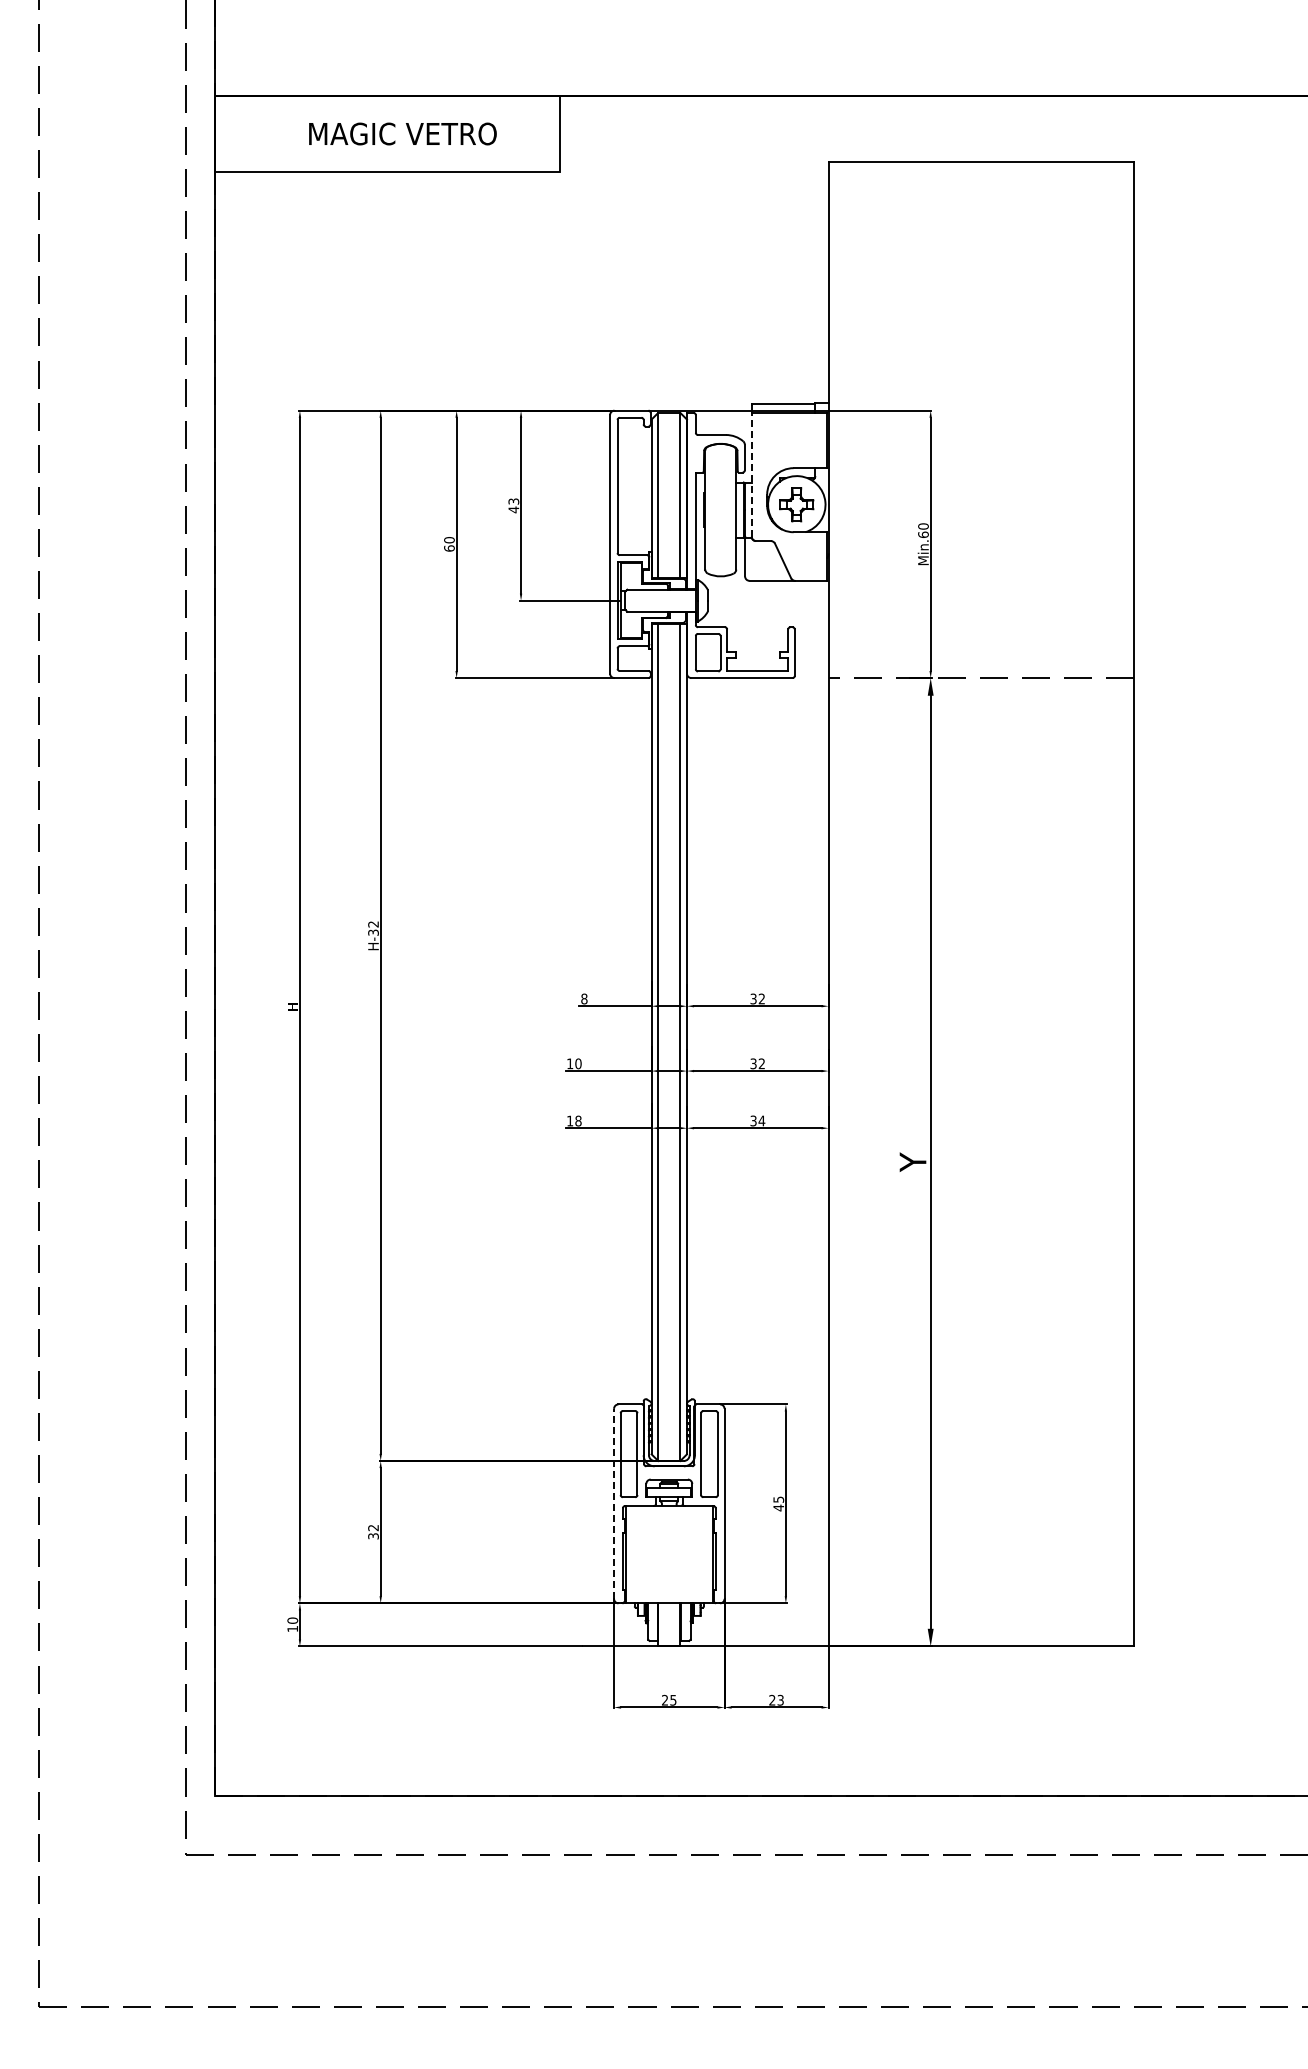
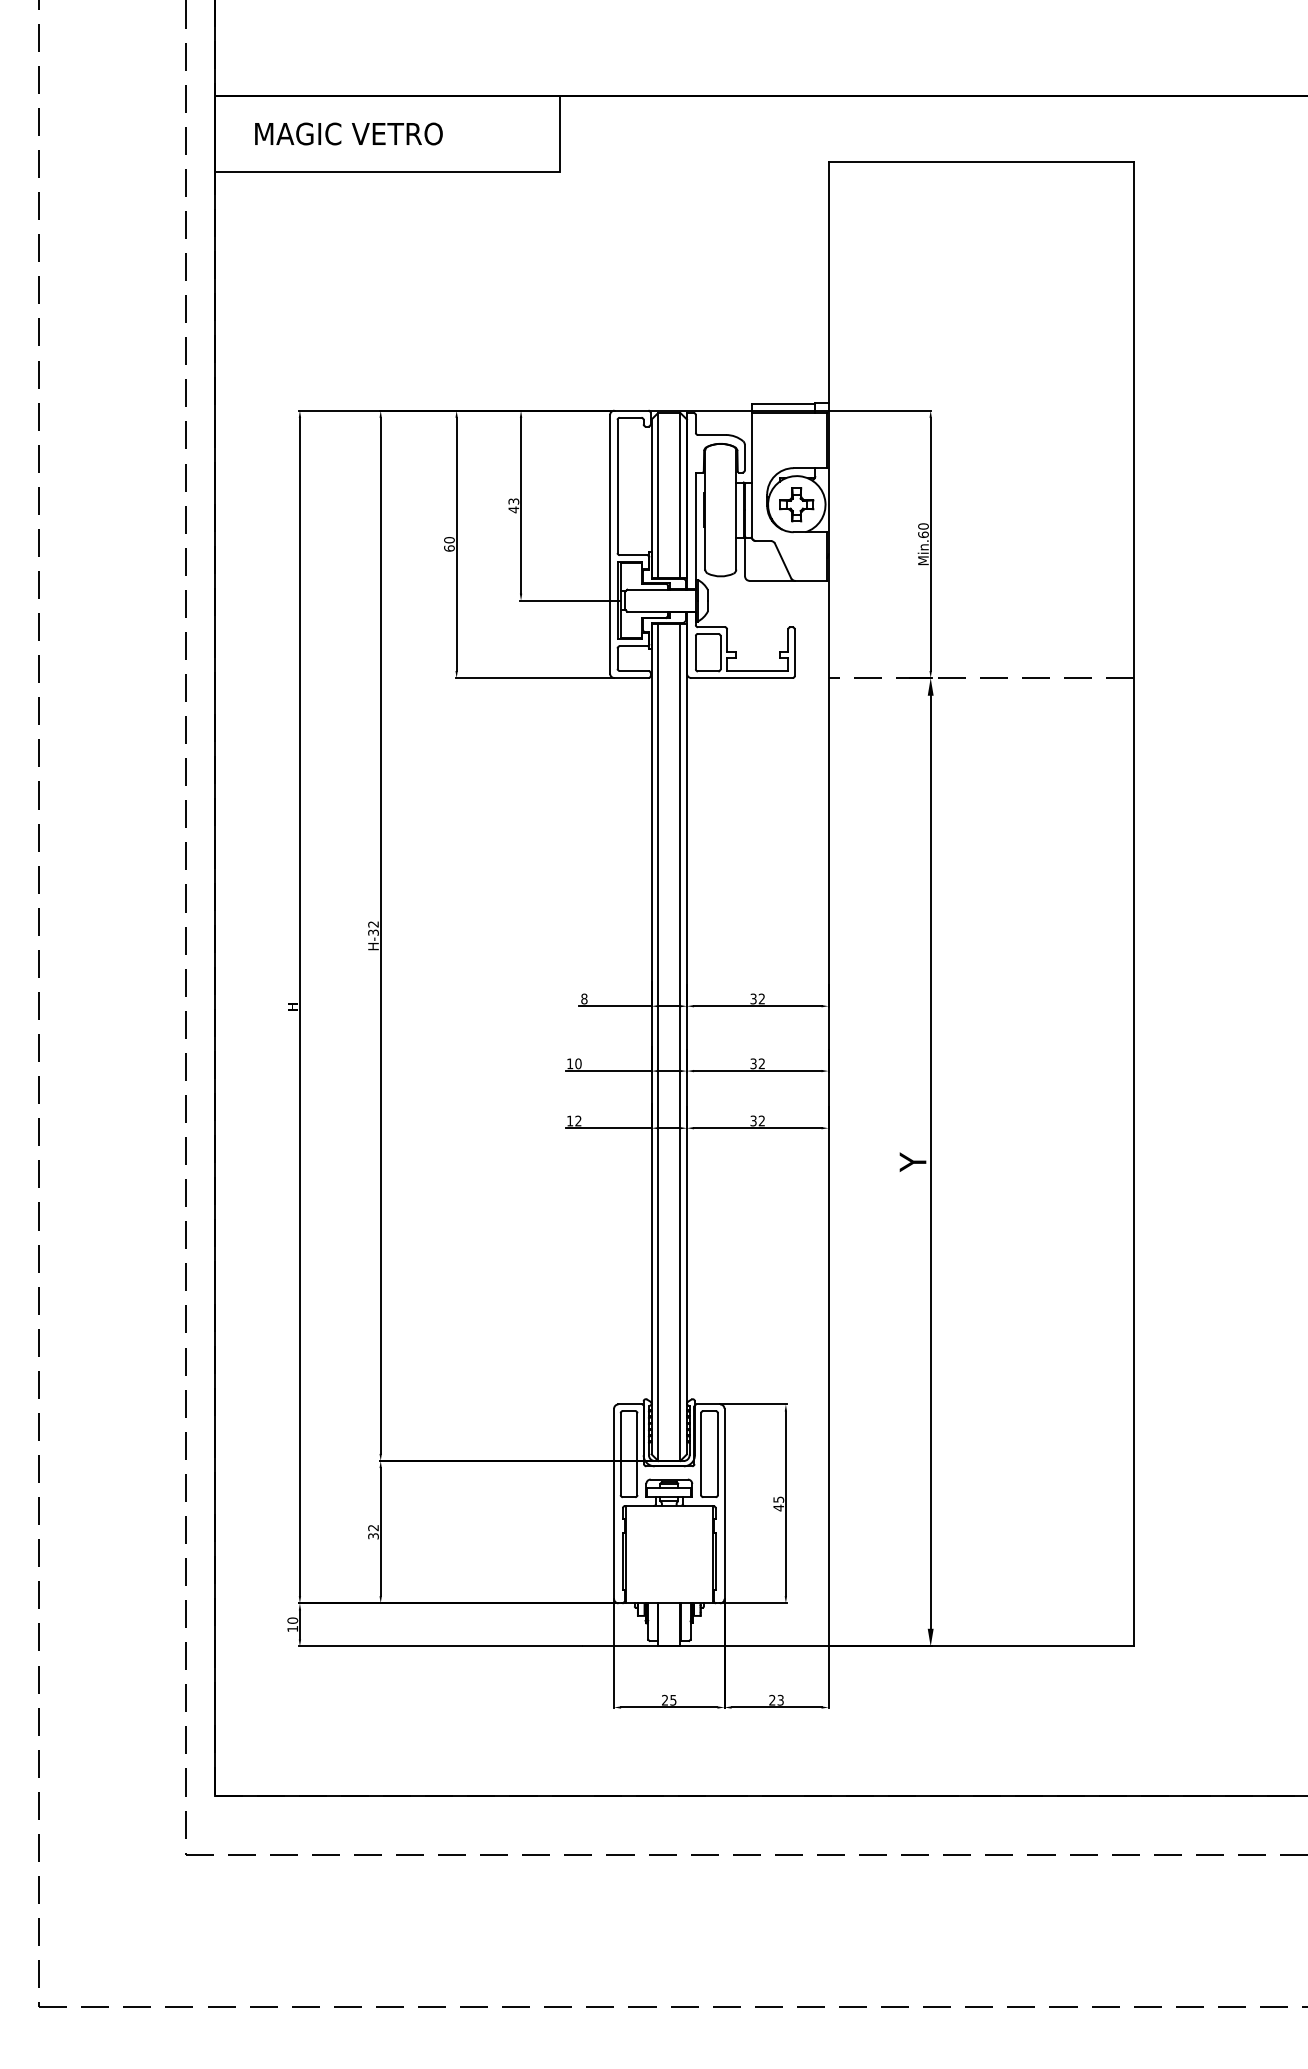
text at (402, 133) position: (402, 133) -> (348, 133)
line at (751, 474): dashed -> solid
text at (578, 1120): 18 -> 12
text at (761, 1120): 34 -> 32
line at (614, 1503): dashed -> solid
